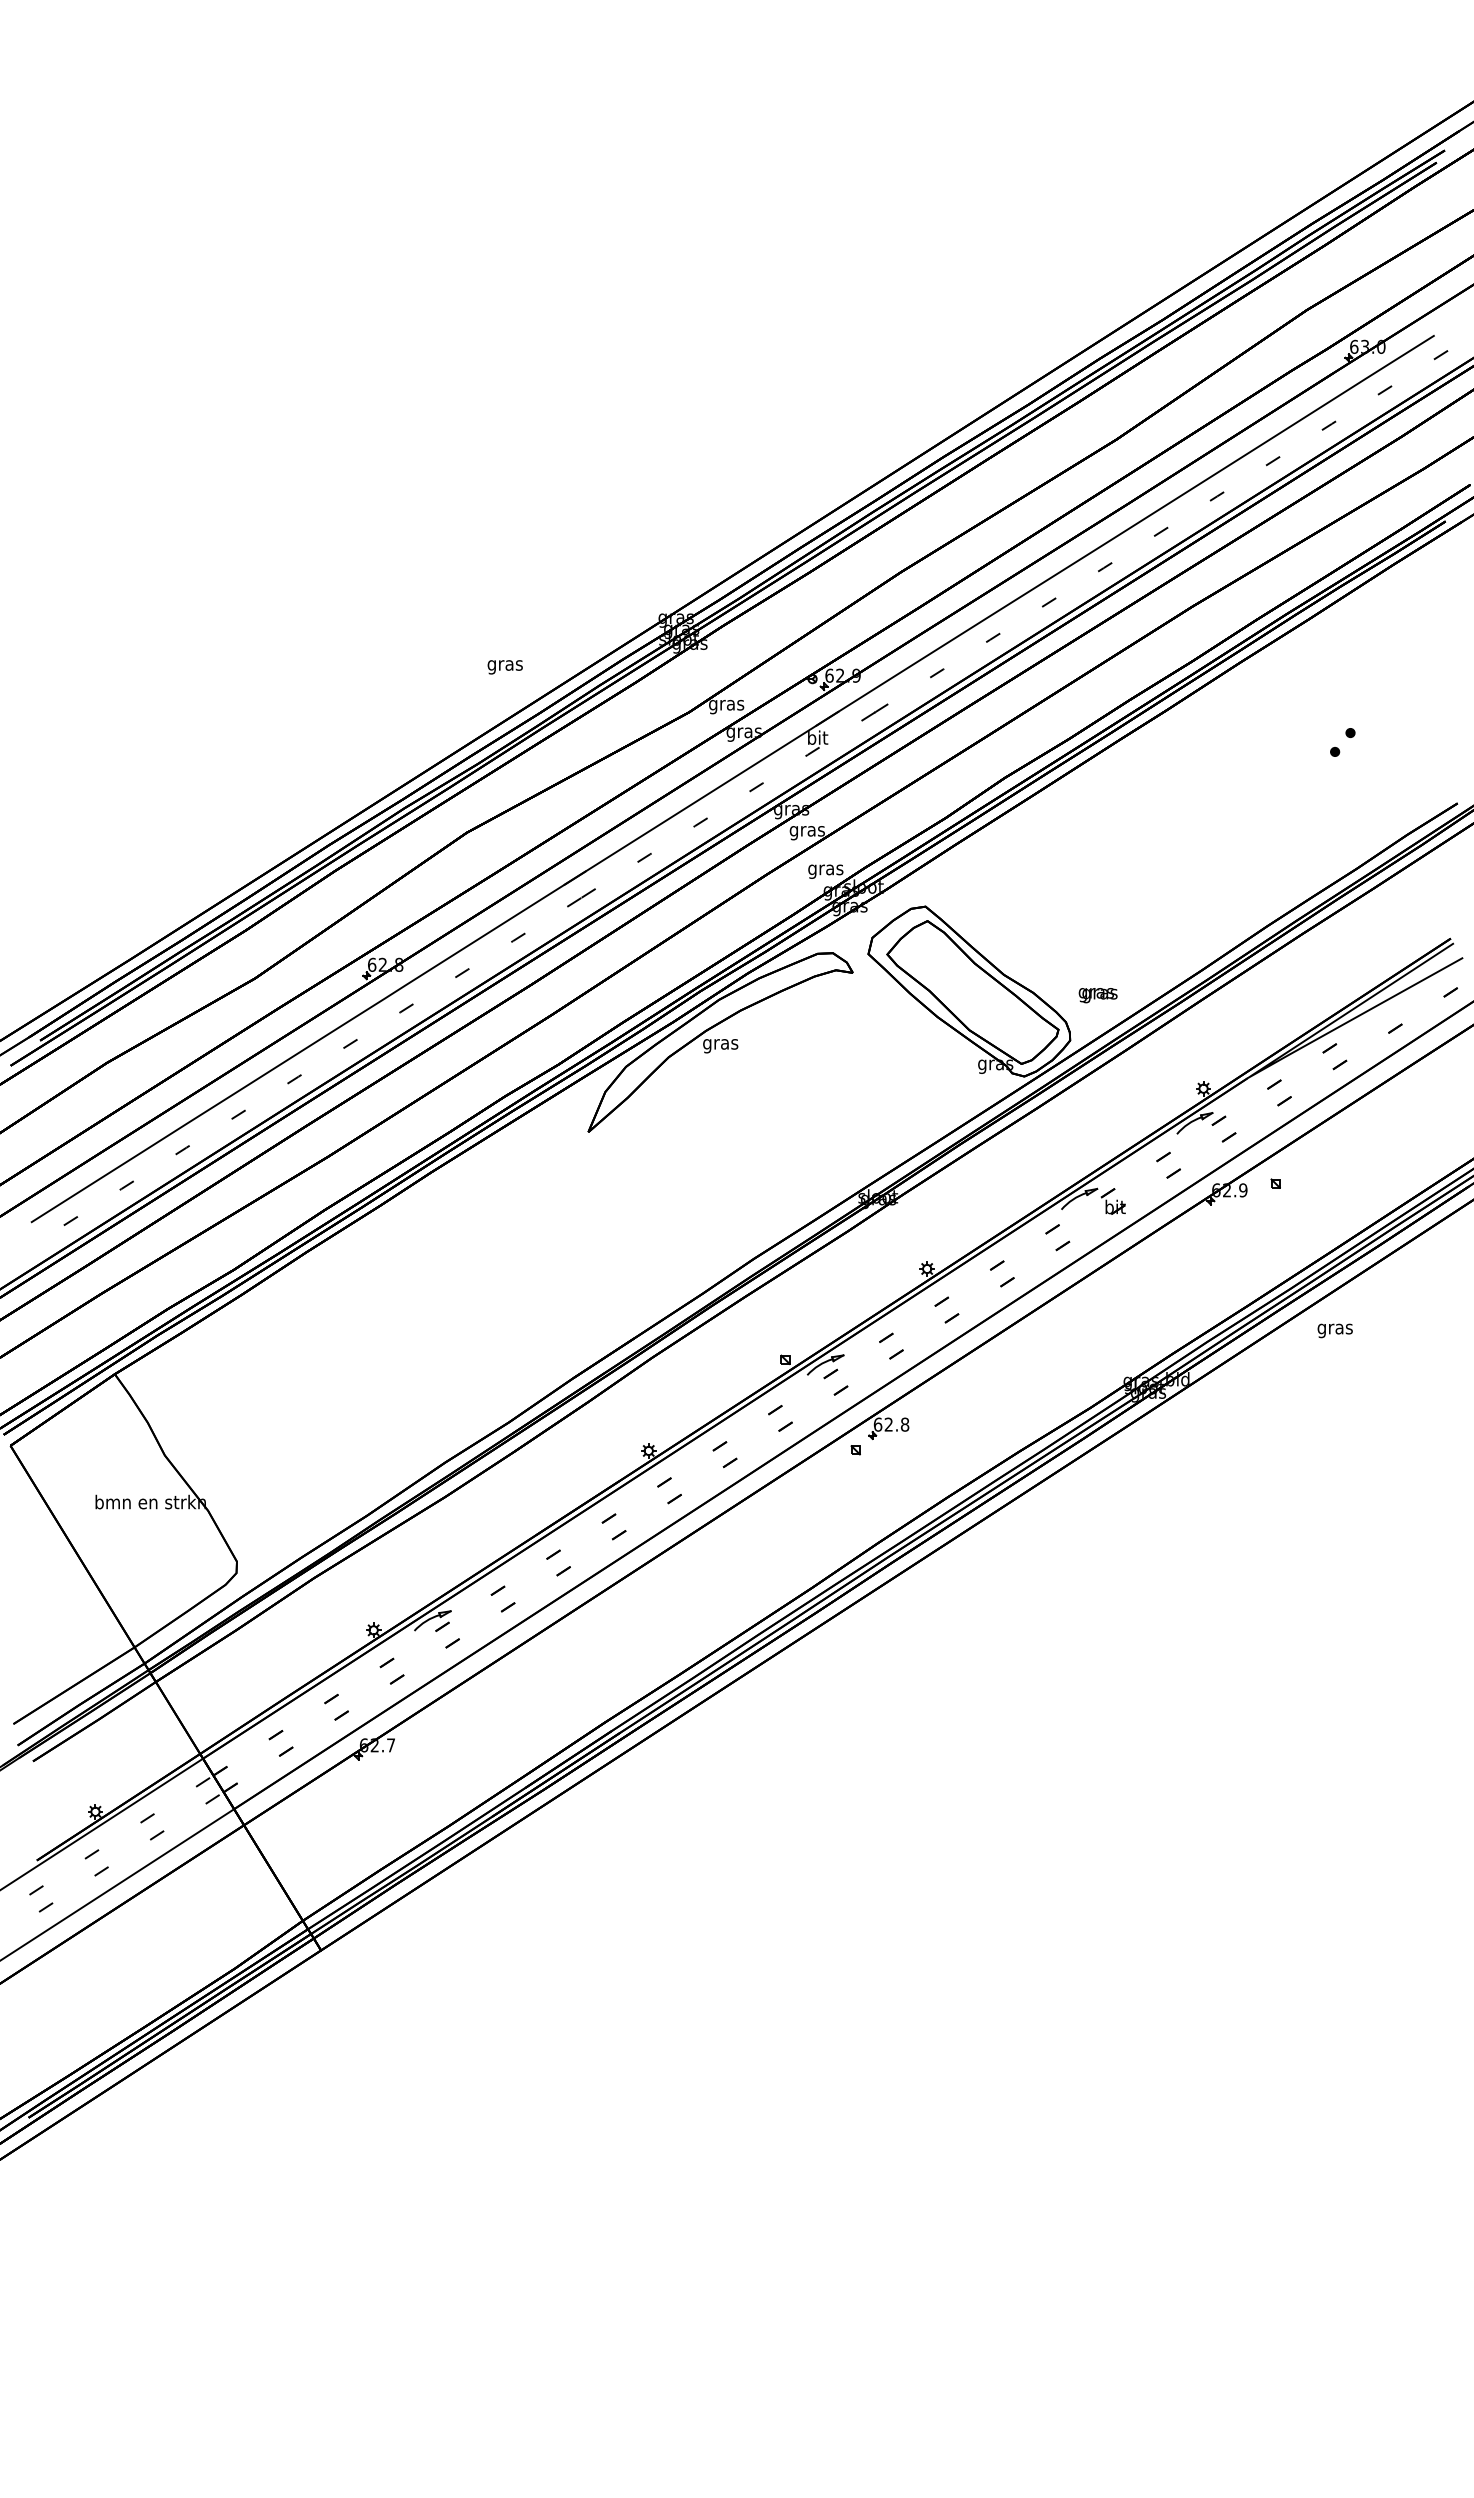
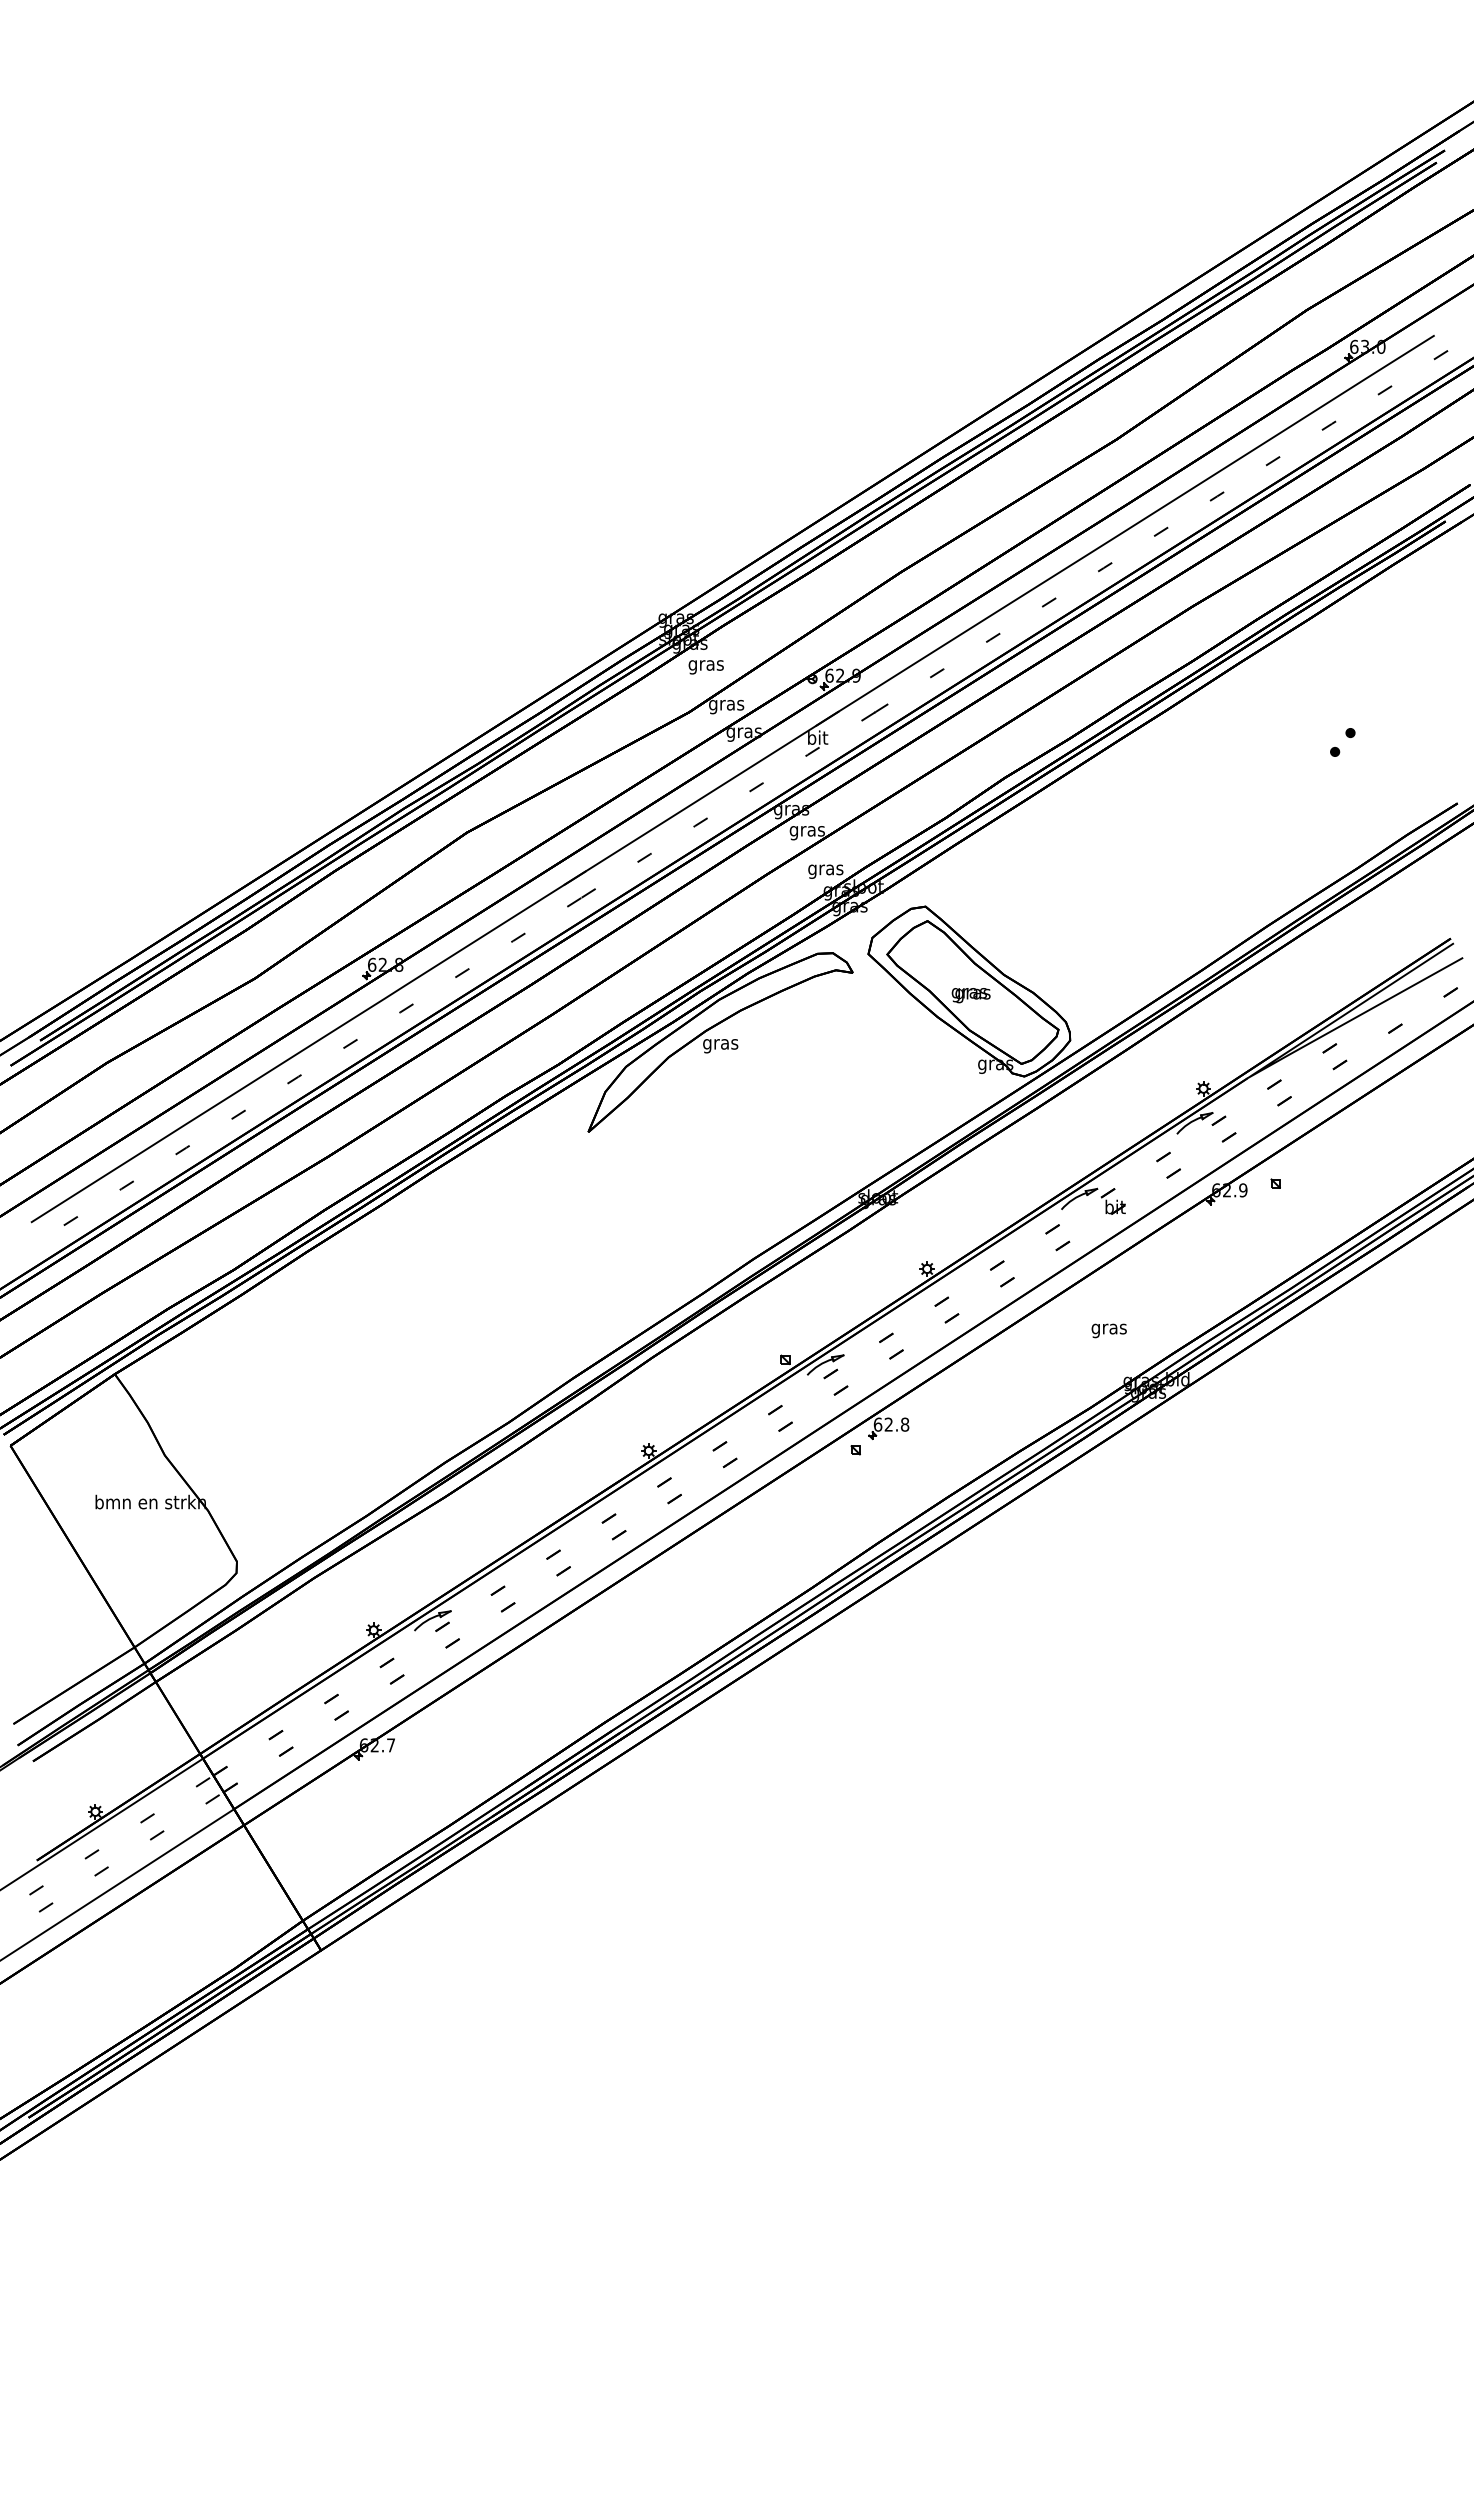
text at (504, 667) position: (504, 667) -> (705, 667)
text at (1097, 995) position: (1097, 995) -> (970, 995)
text at (1334, 1330) position: (1334, 1330) -> (1108, 1330)
